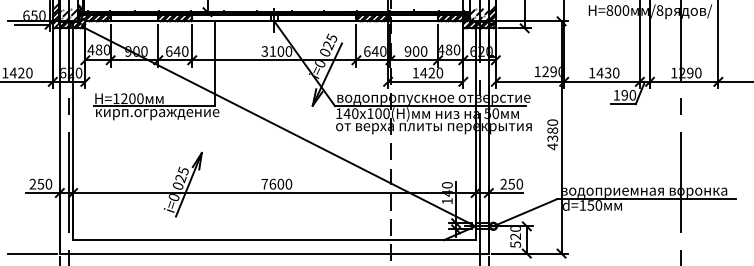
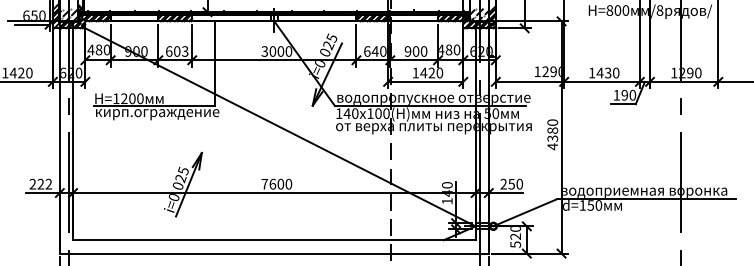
text at (180, 51): 640 -> 603
text at (272, 51): 3100 -> 3000
text at (44, 183): 250 -> 222
line at (31, 253): present -> none
